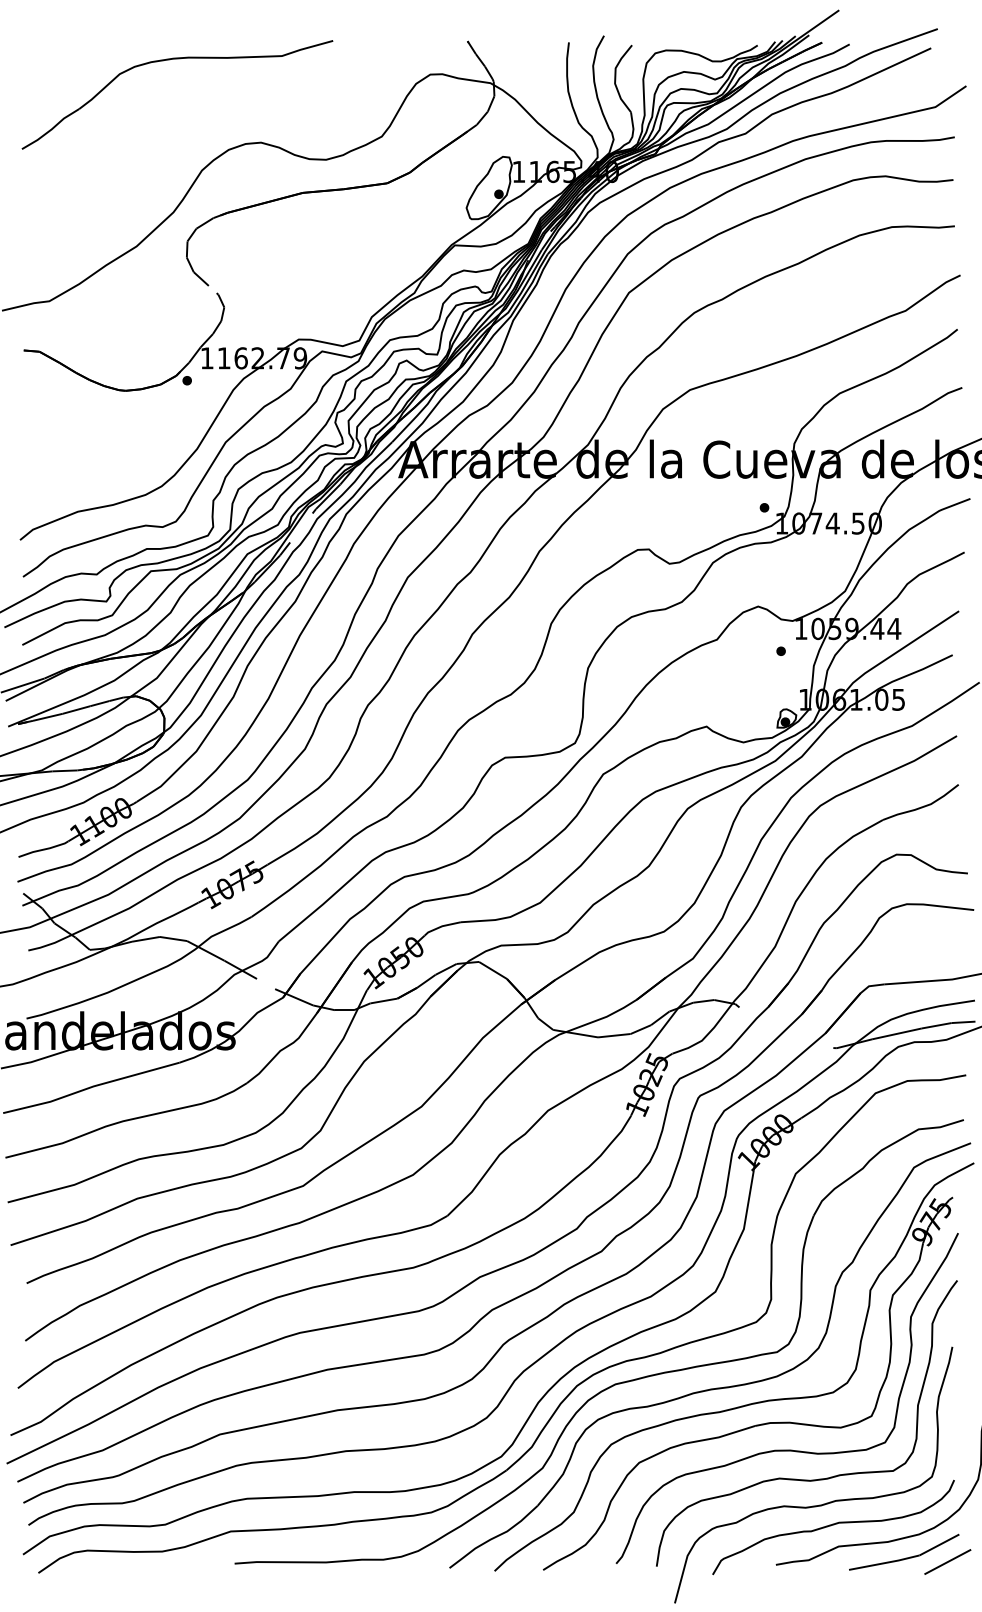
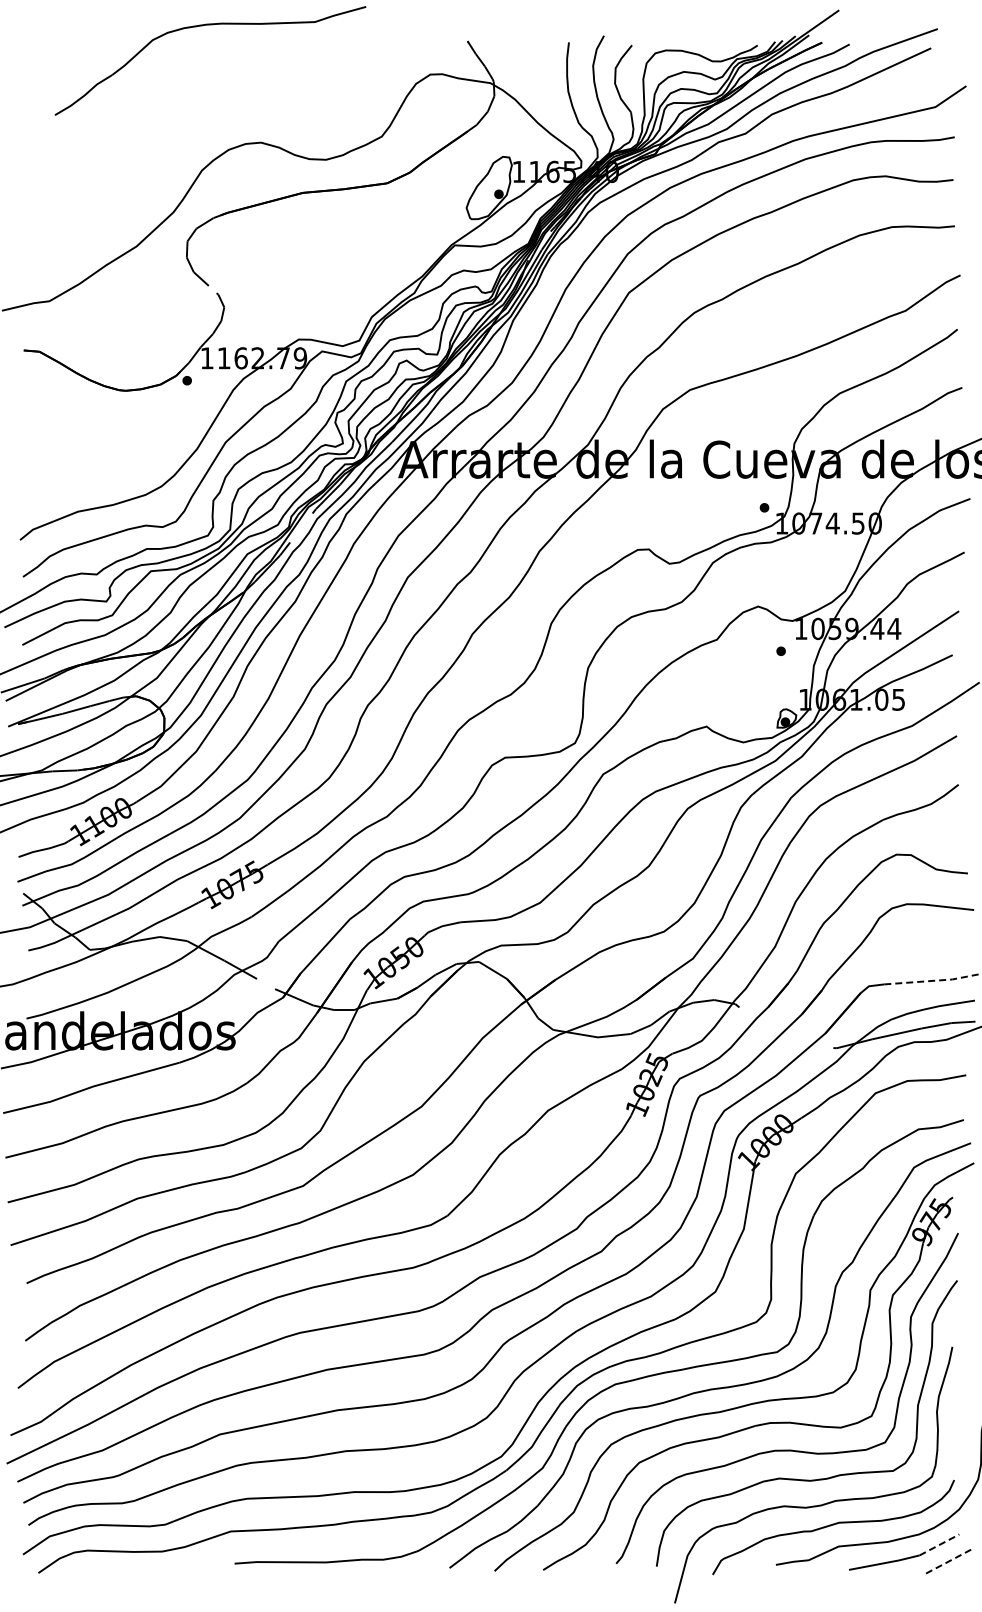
part at (169, 60) position: (169, 60) -> (202, 26)
line at (933, 980): solid -> dashed
line at (939, 1544): solid -> dashed
line at (947, 1562): solid -> dashed
